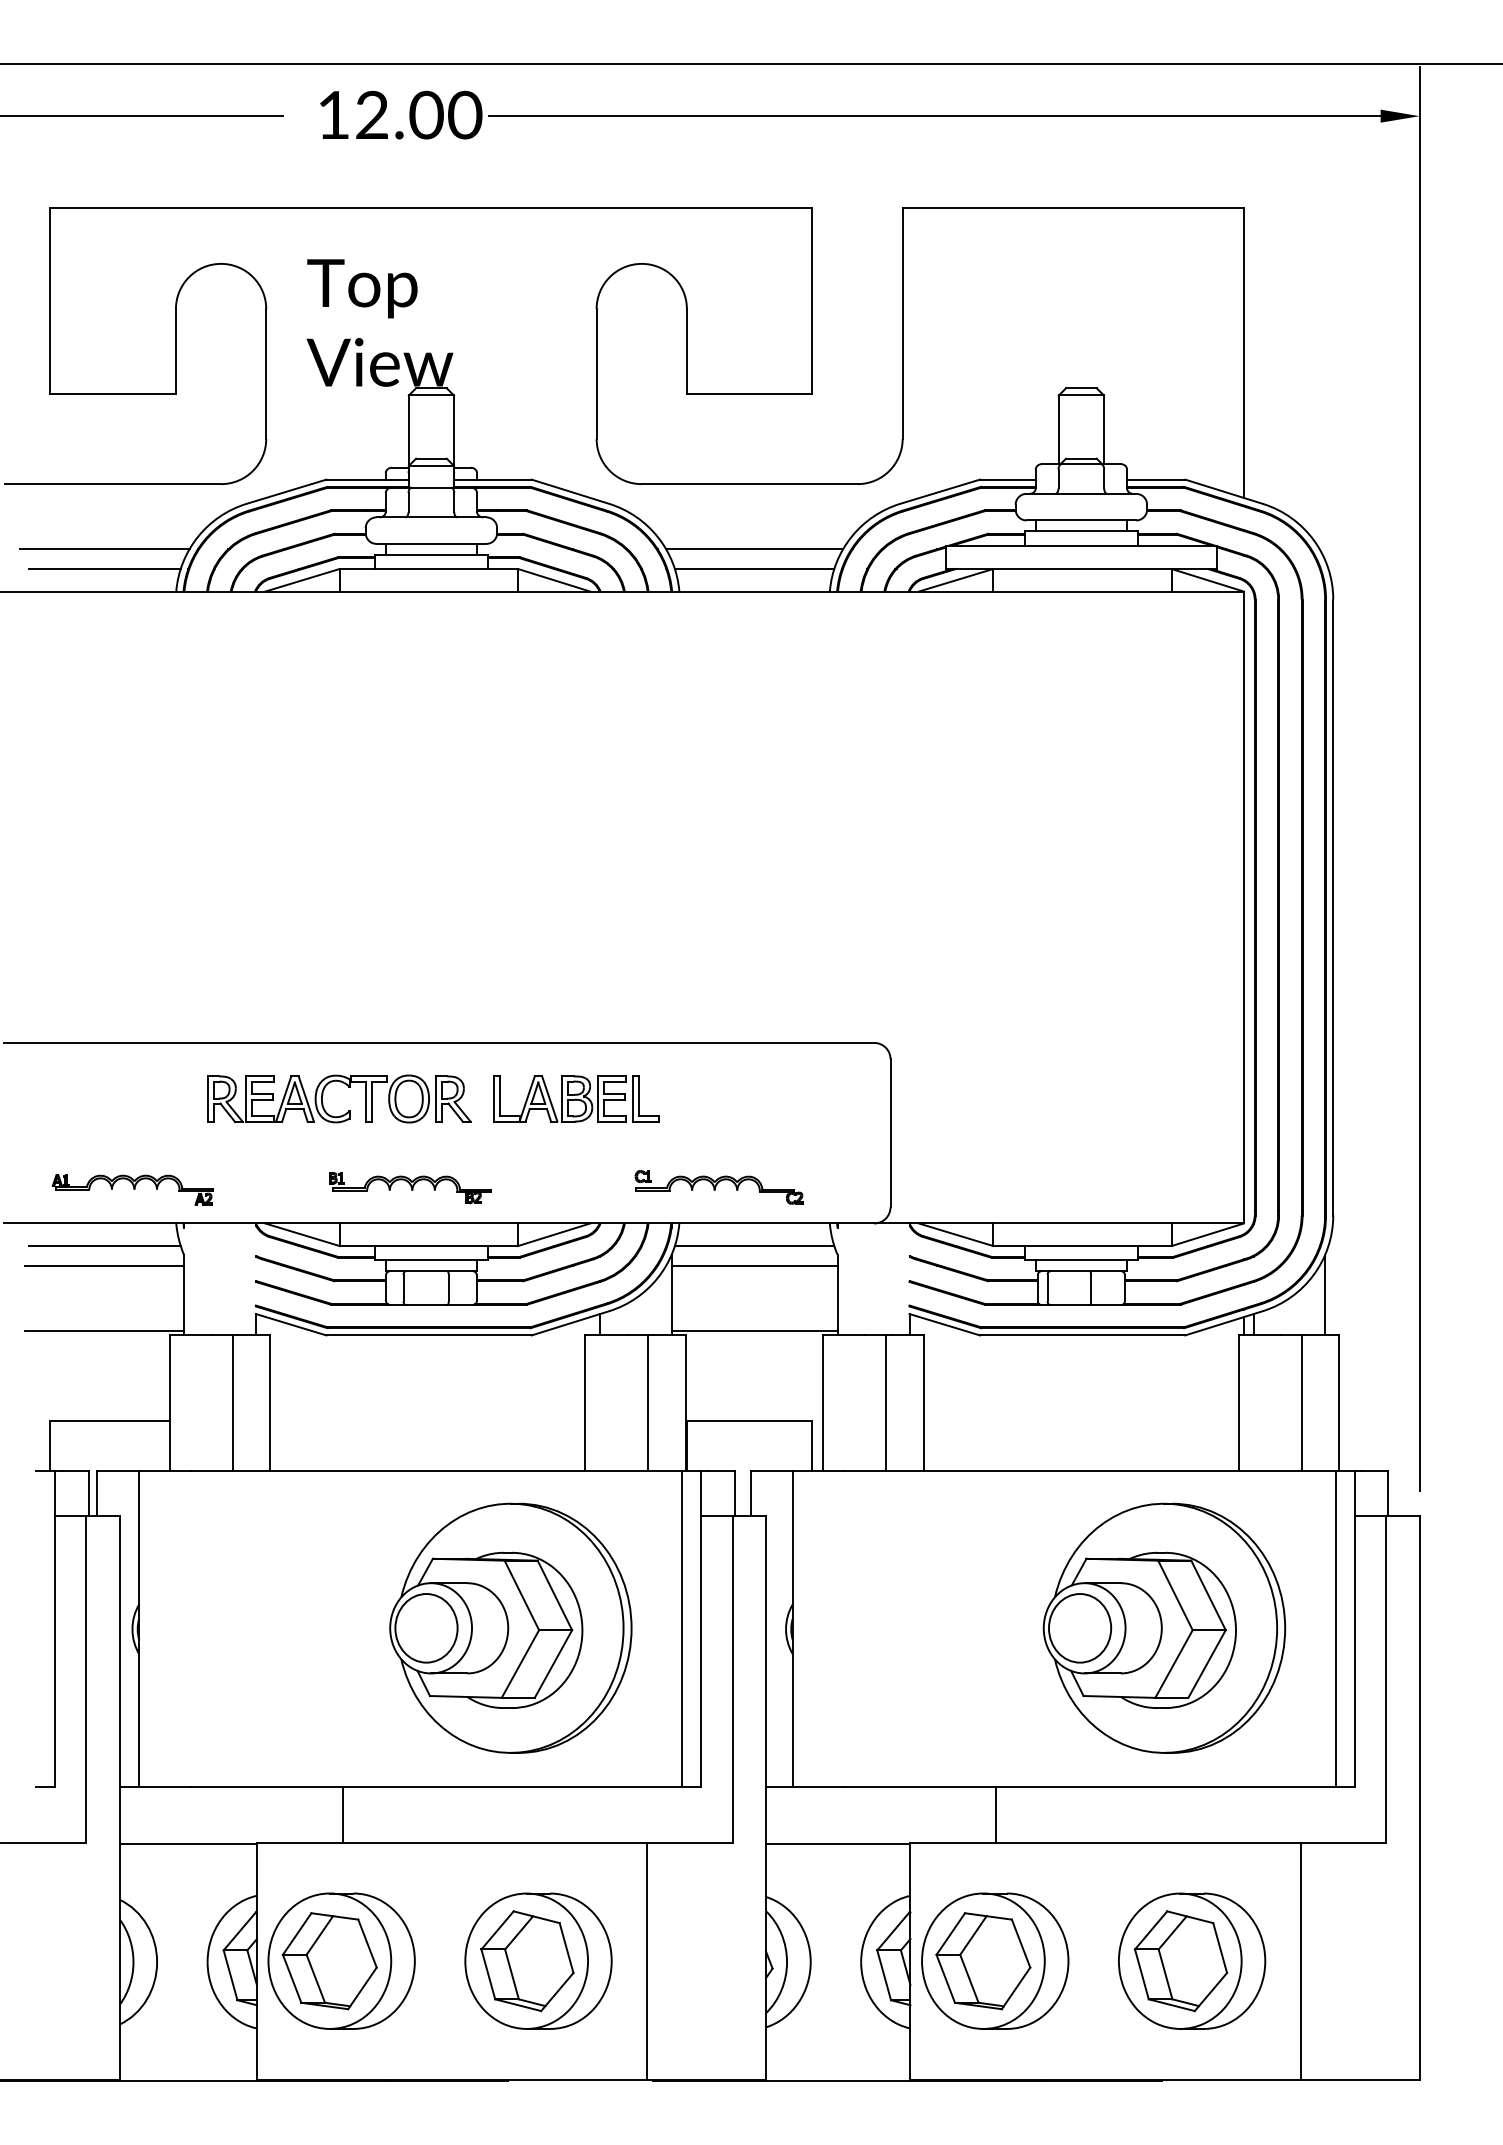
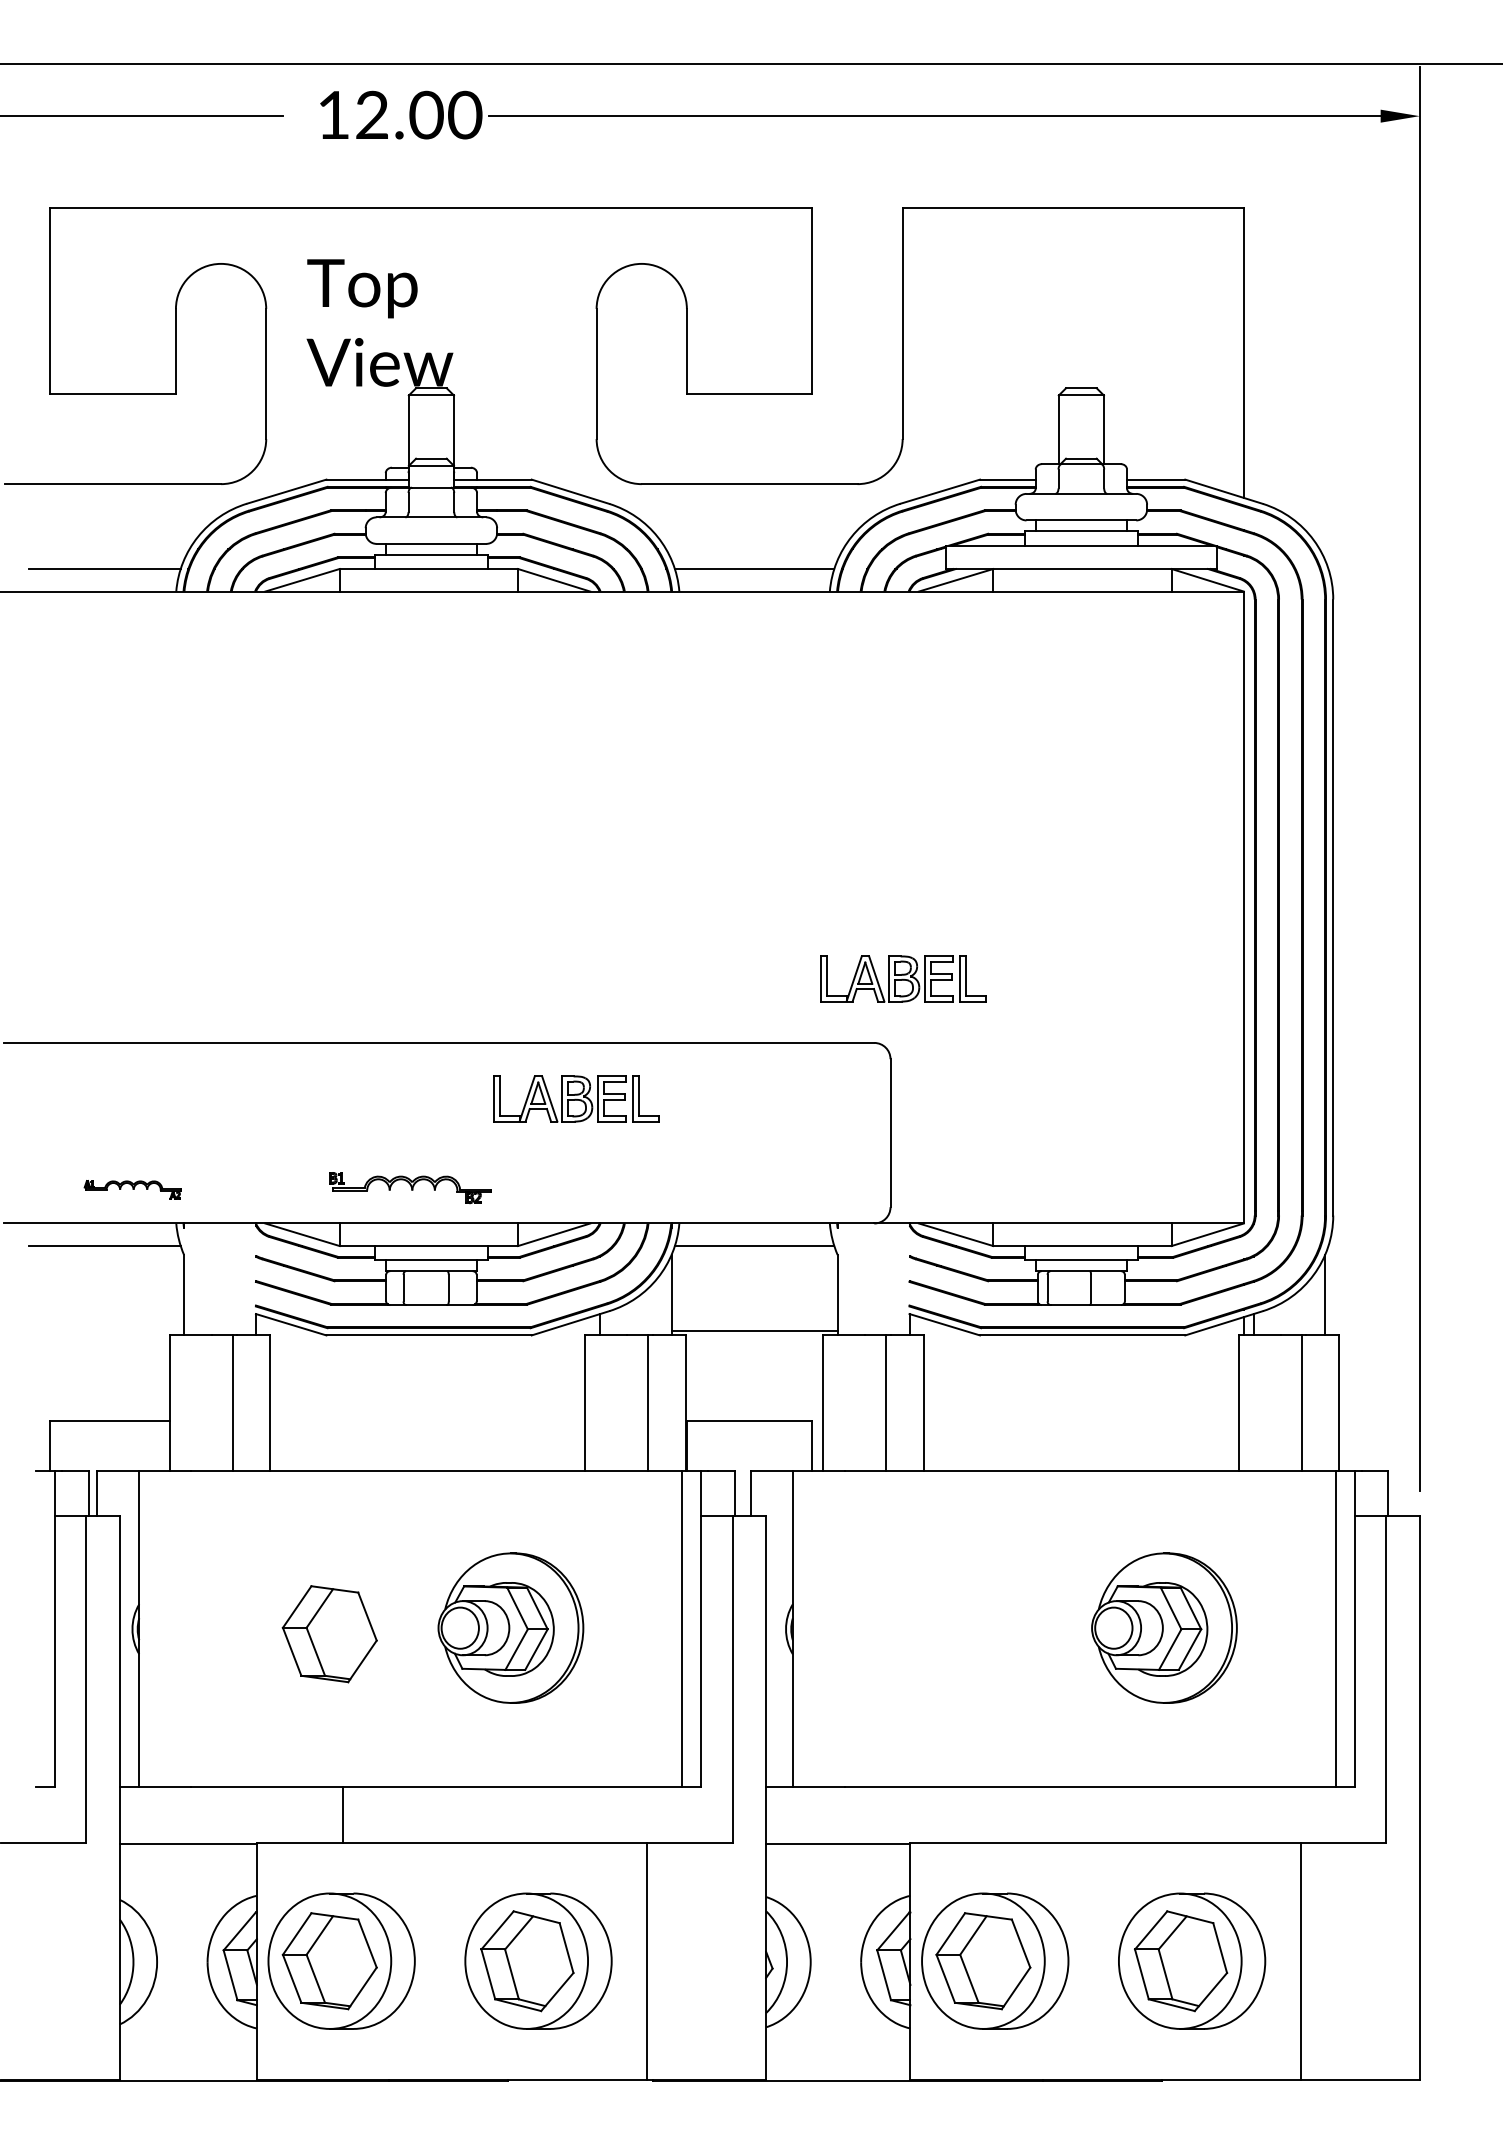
line at (104, 549): present -> none
line at (754, 549): present -> none
part at (903, 978): none -> present
part at (348, 1087): present -> none
part at (718, 1187): present -> none
part at (132, 1189) size: 163x32 px -> 99x20 px
line at (104, 1265): present -> none
line at (754, 1265): present -> none
line at (104, 1330): present -> none
part at (510, 1627) size: 244x252 px -> 148x152 px
part at (1164, 1627) size: 245x252 px -> 147x152 px
part at (329, 1634): none -> present
line at (996, 1814): present -> none
